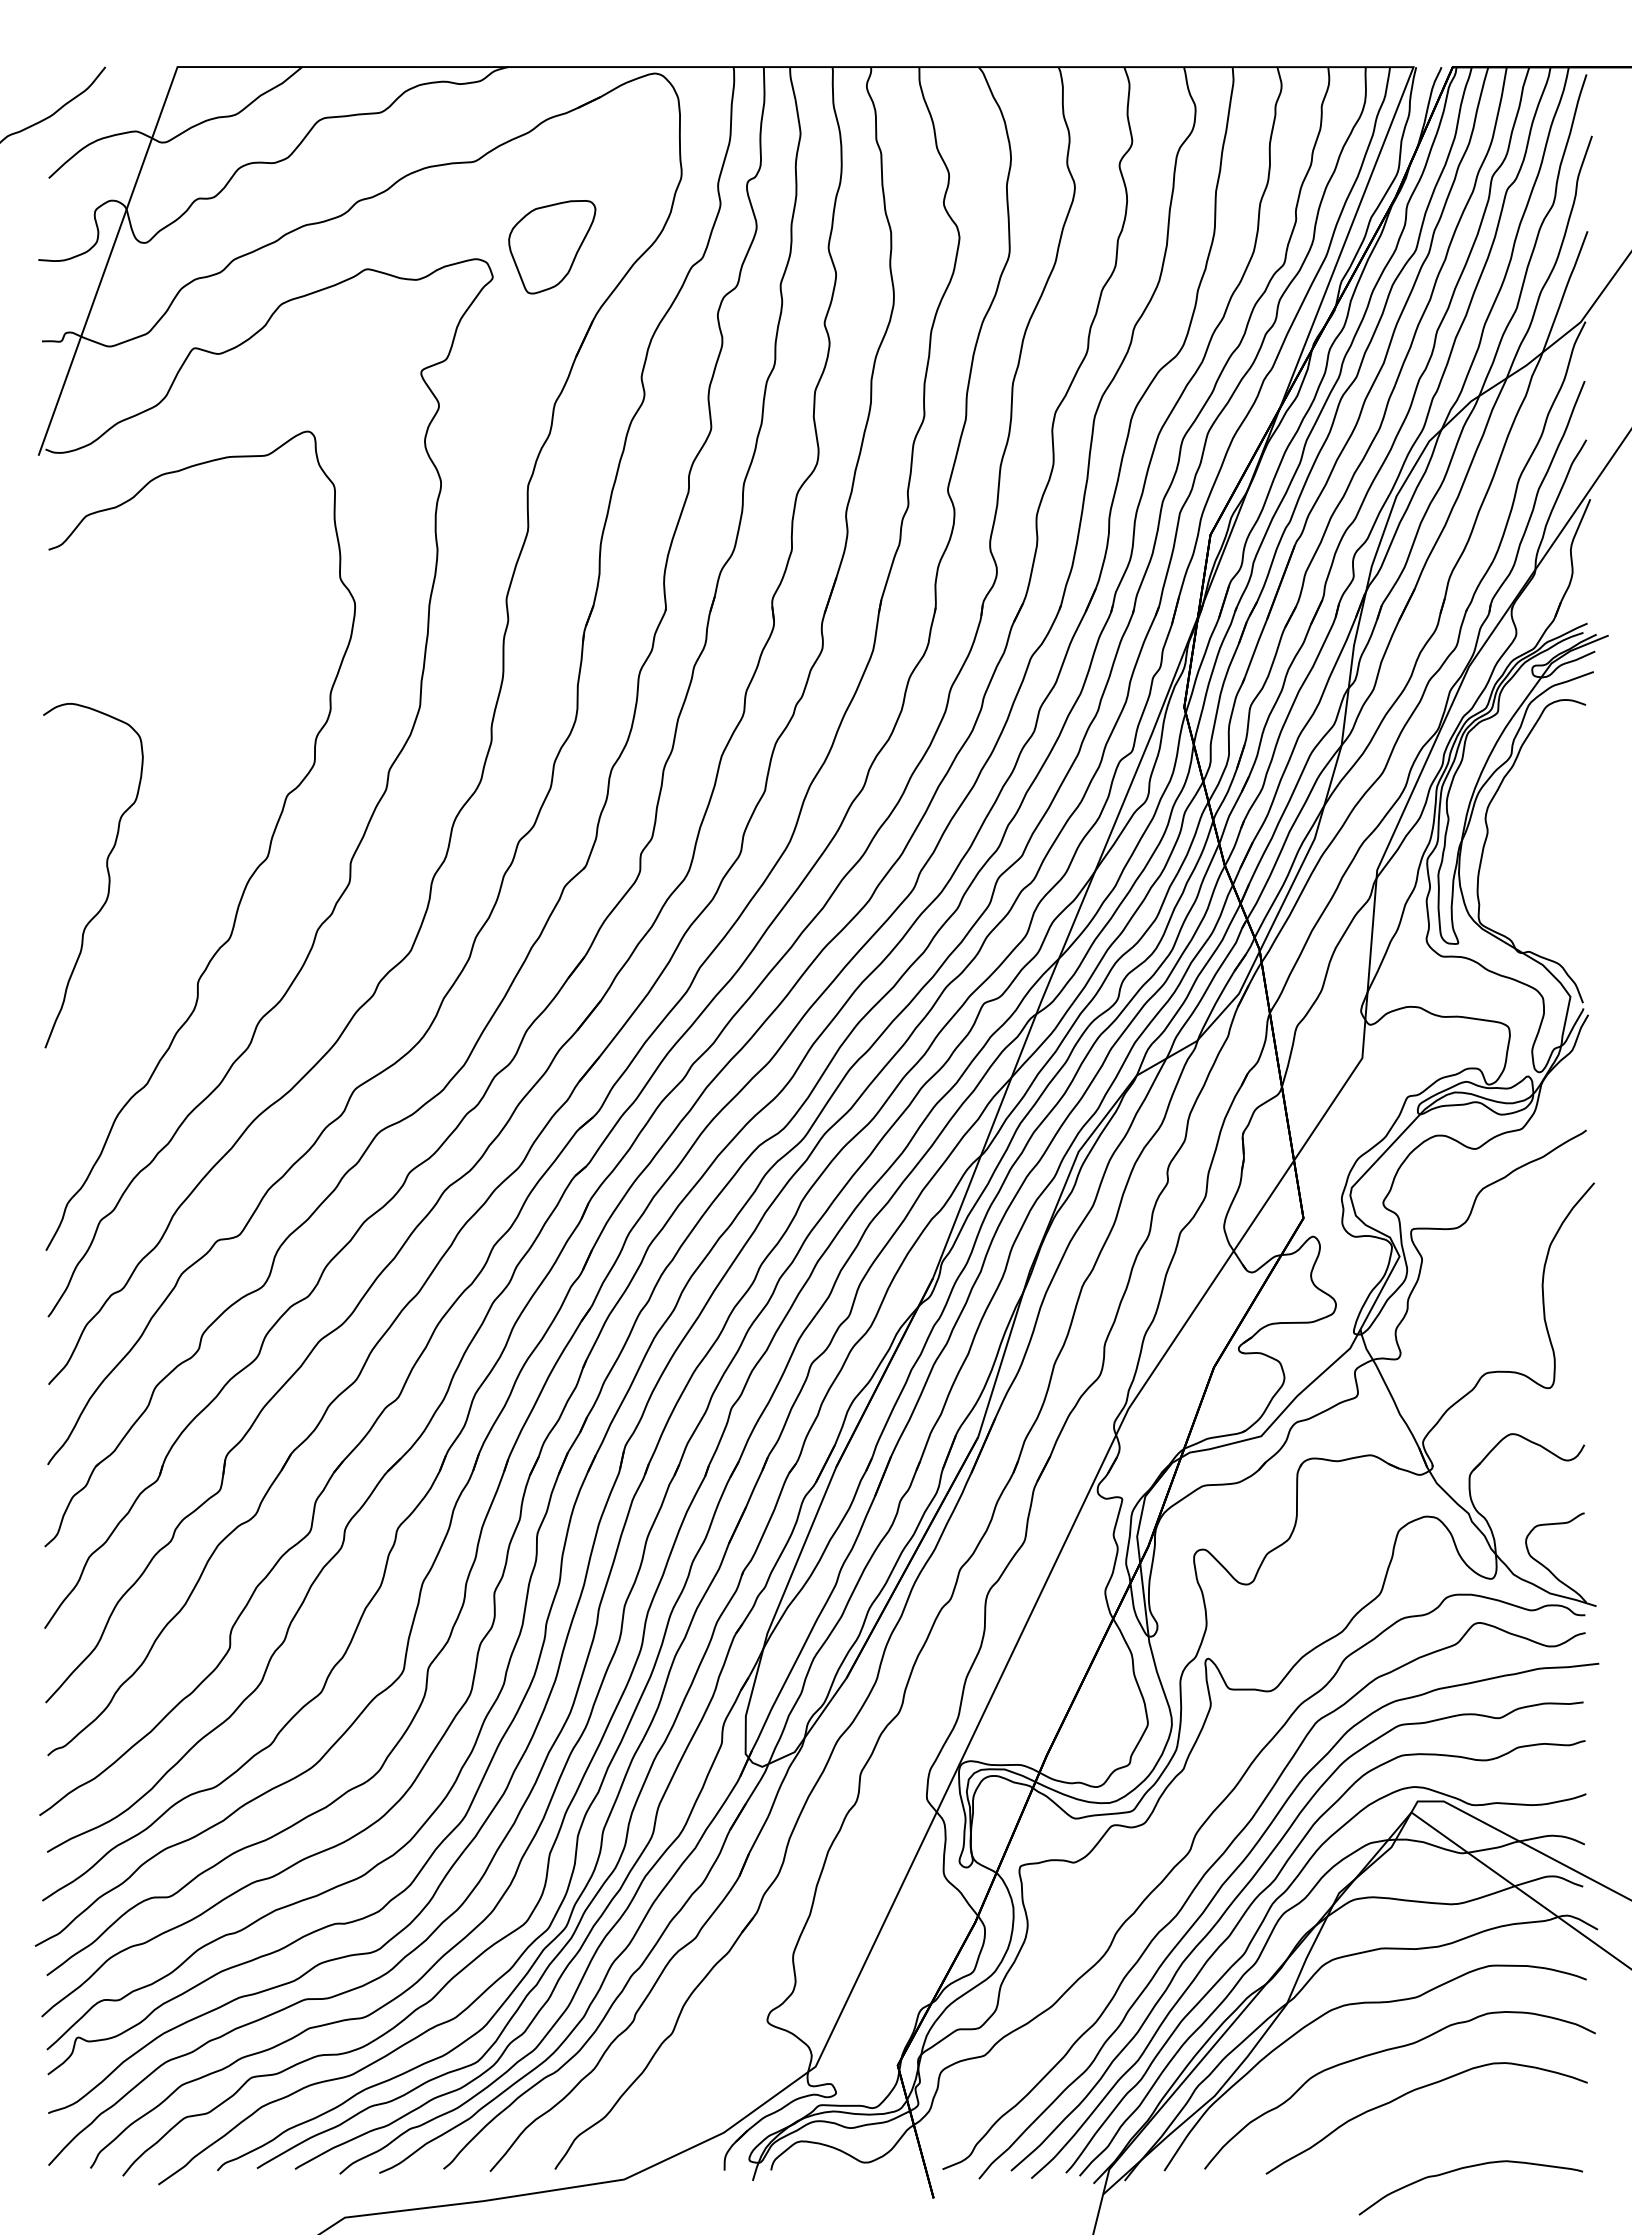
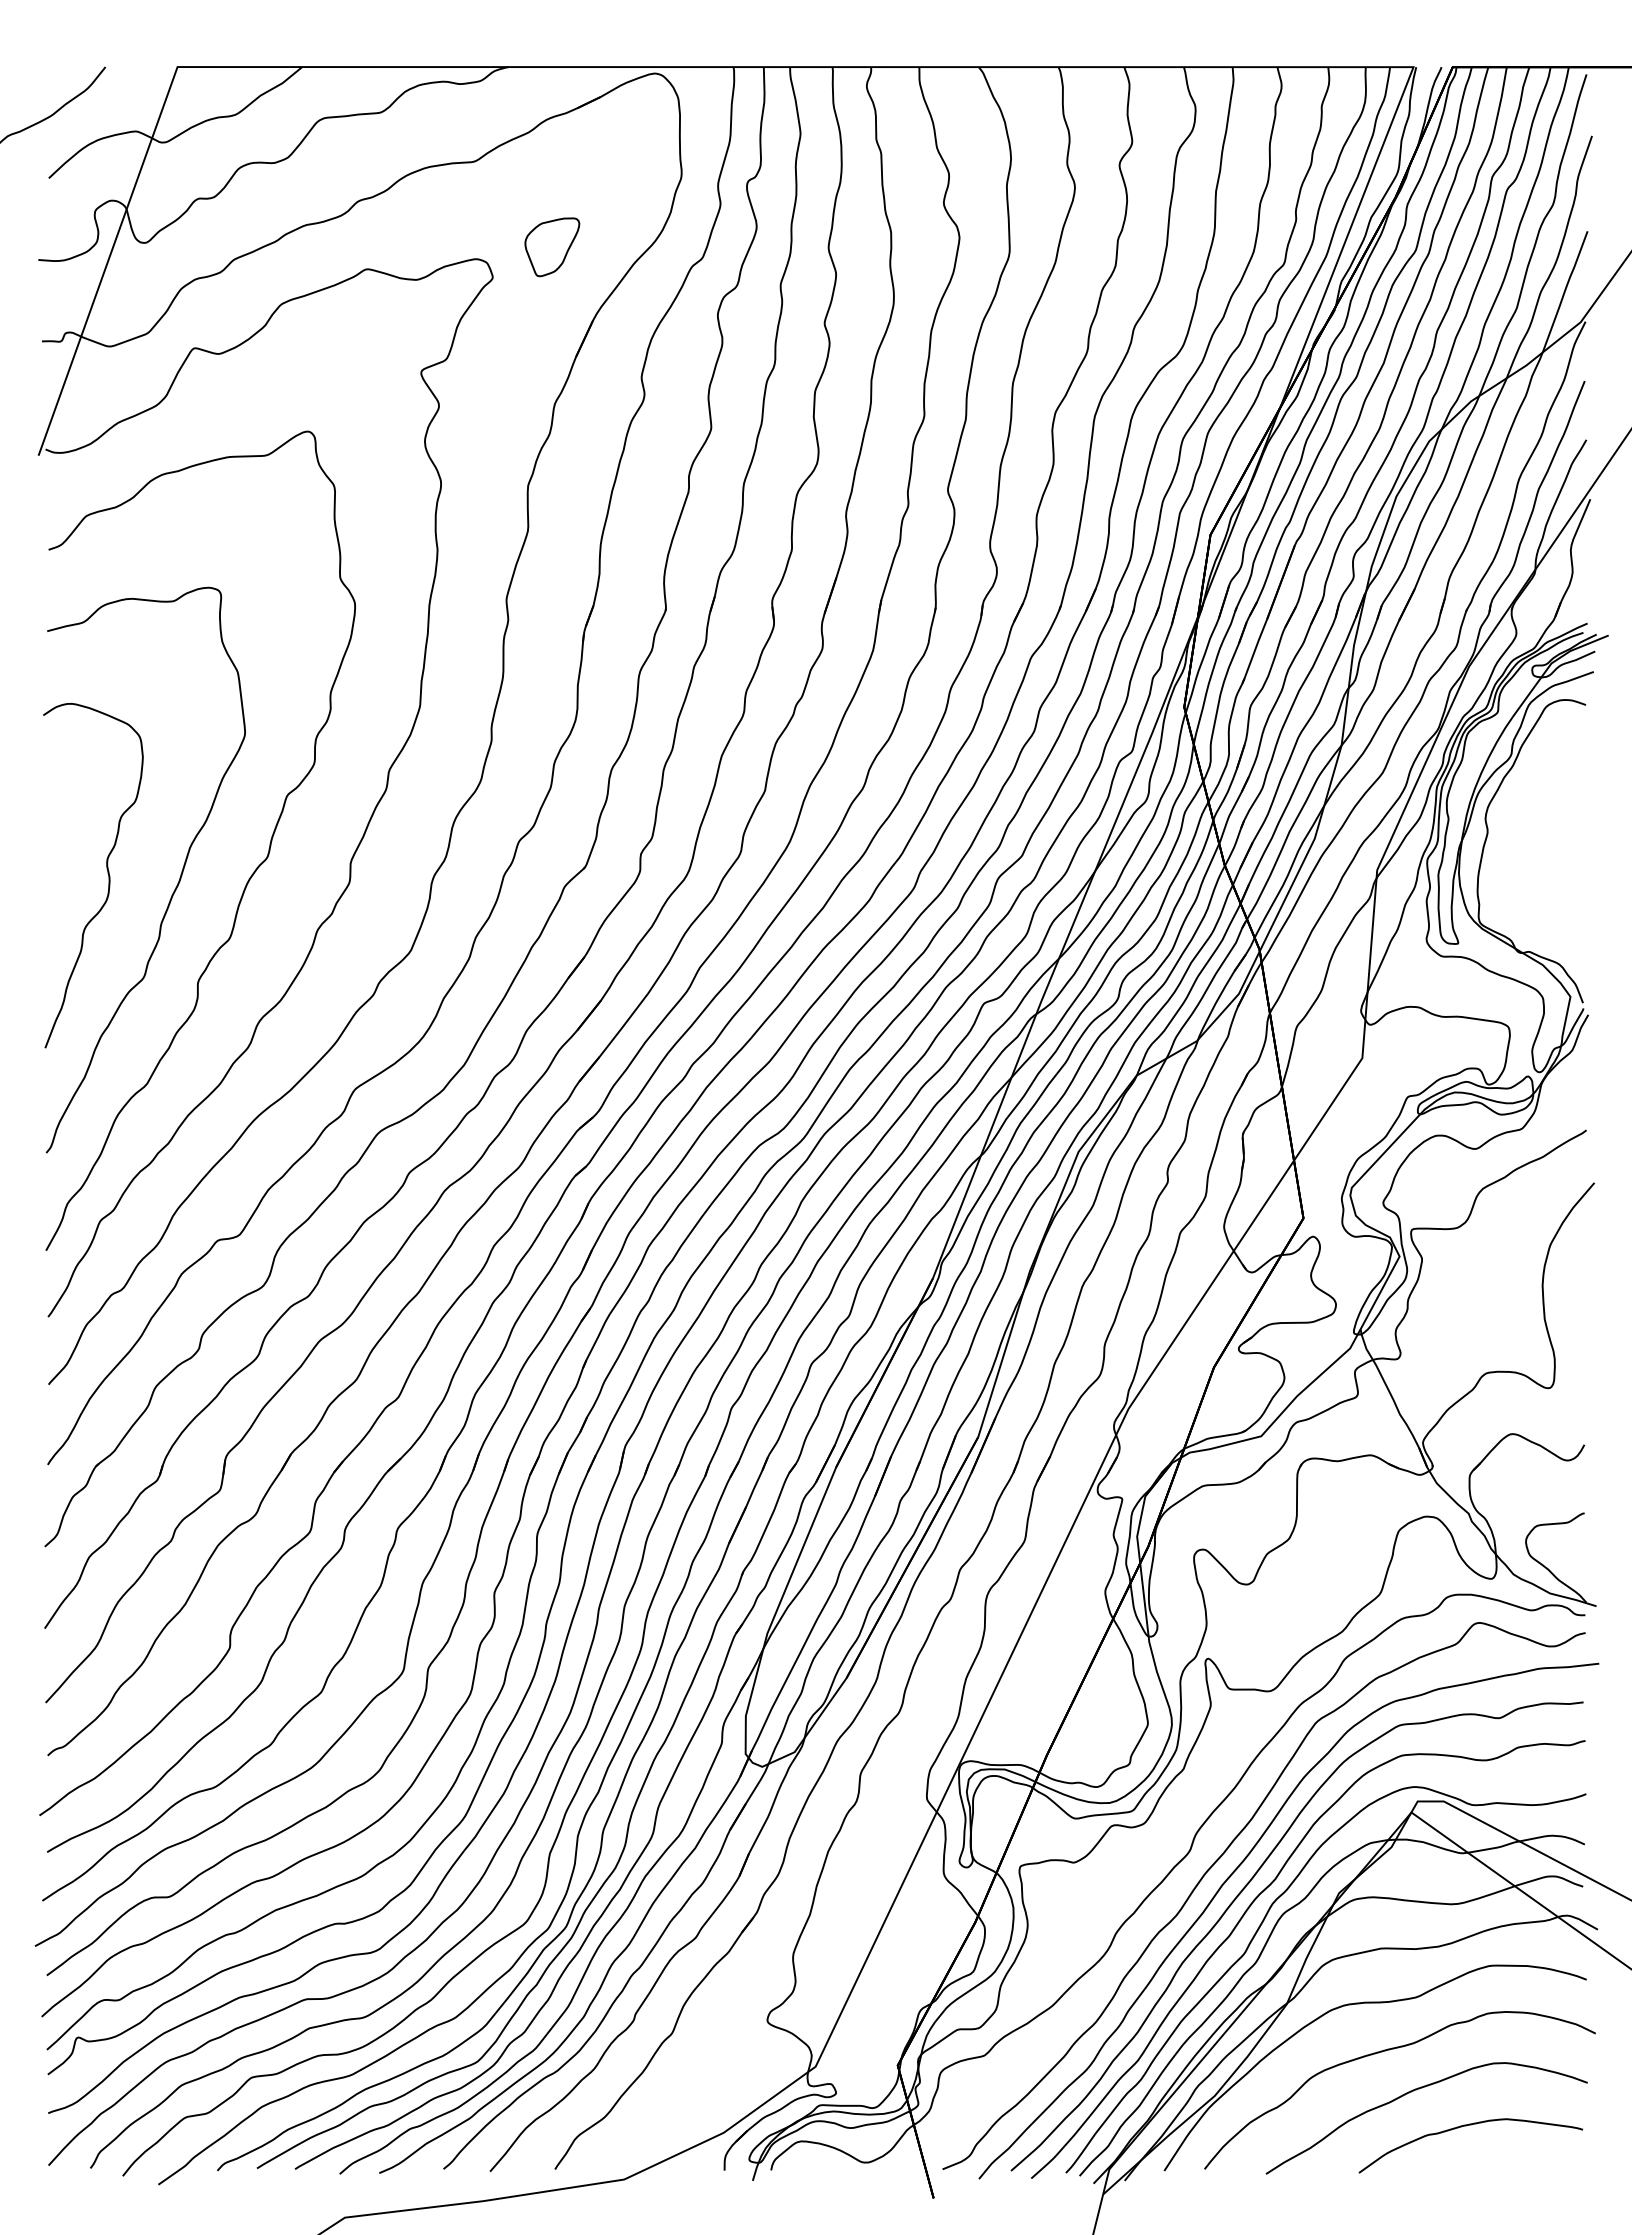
part at (552, 247) size: 89x95 px -> 57x61 px
curve at (178, 880): none -> present
curve at (1466, 2168) position: (1466, 2168) -> (1466, 2126)
